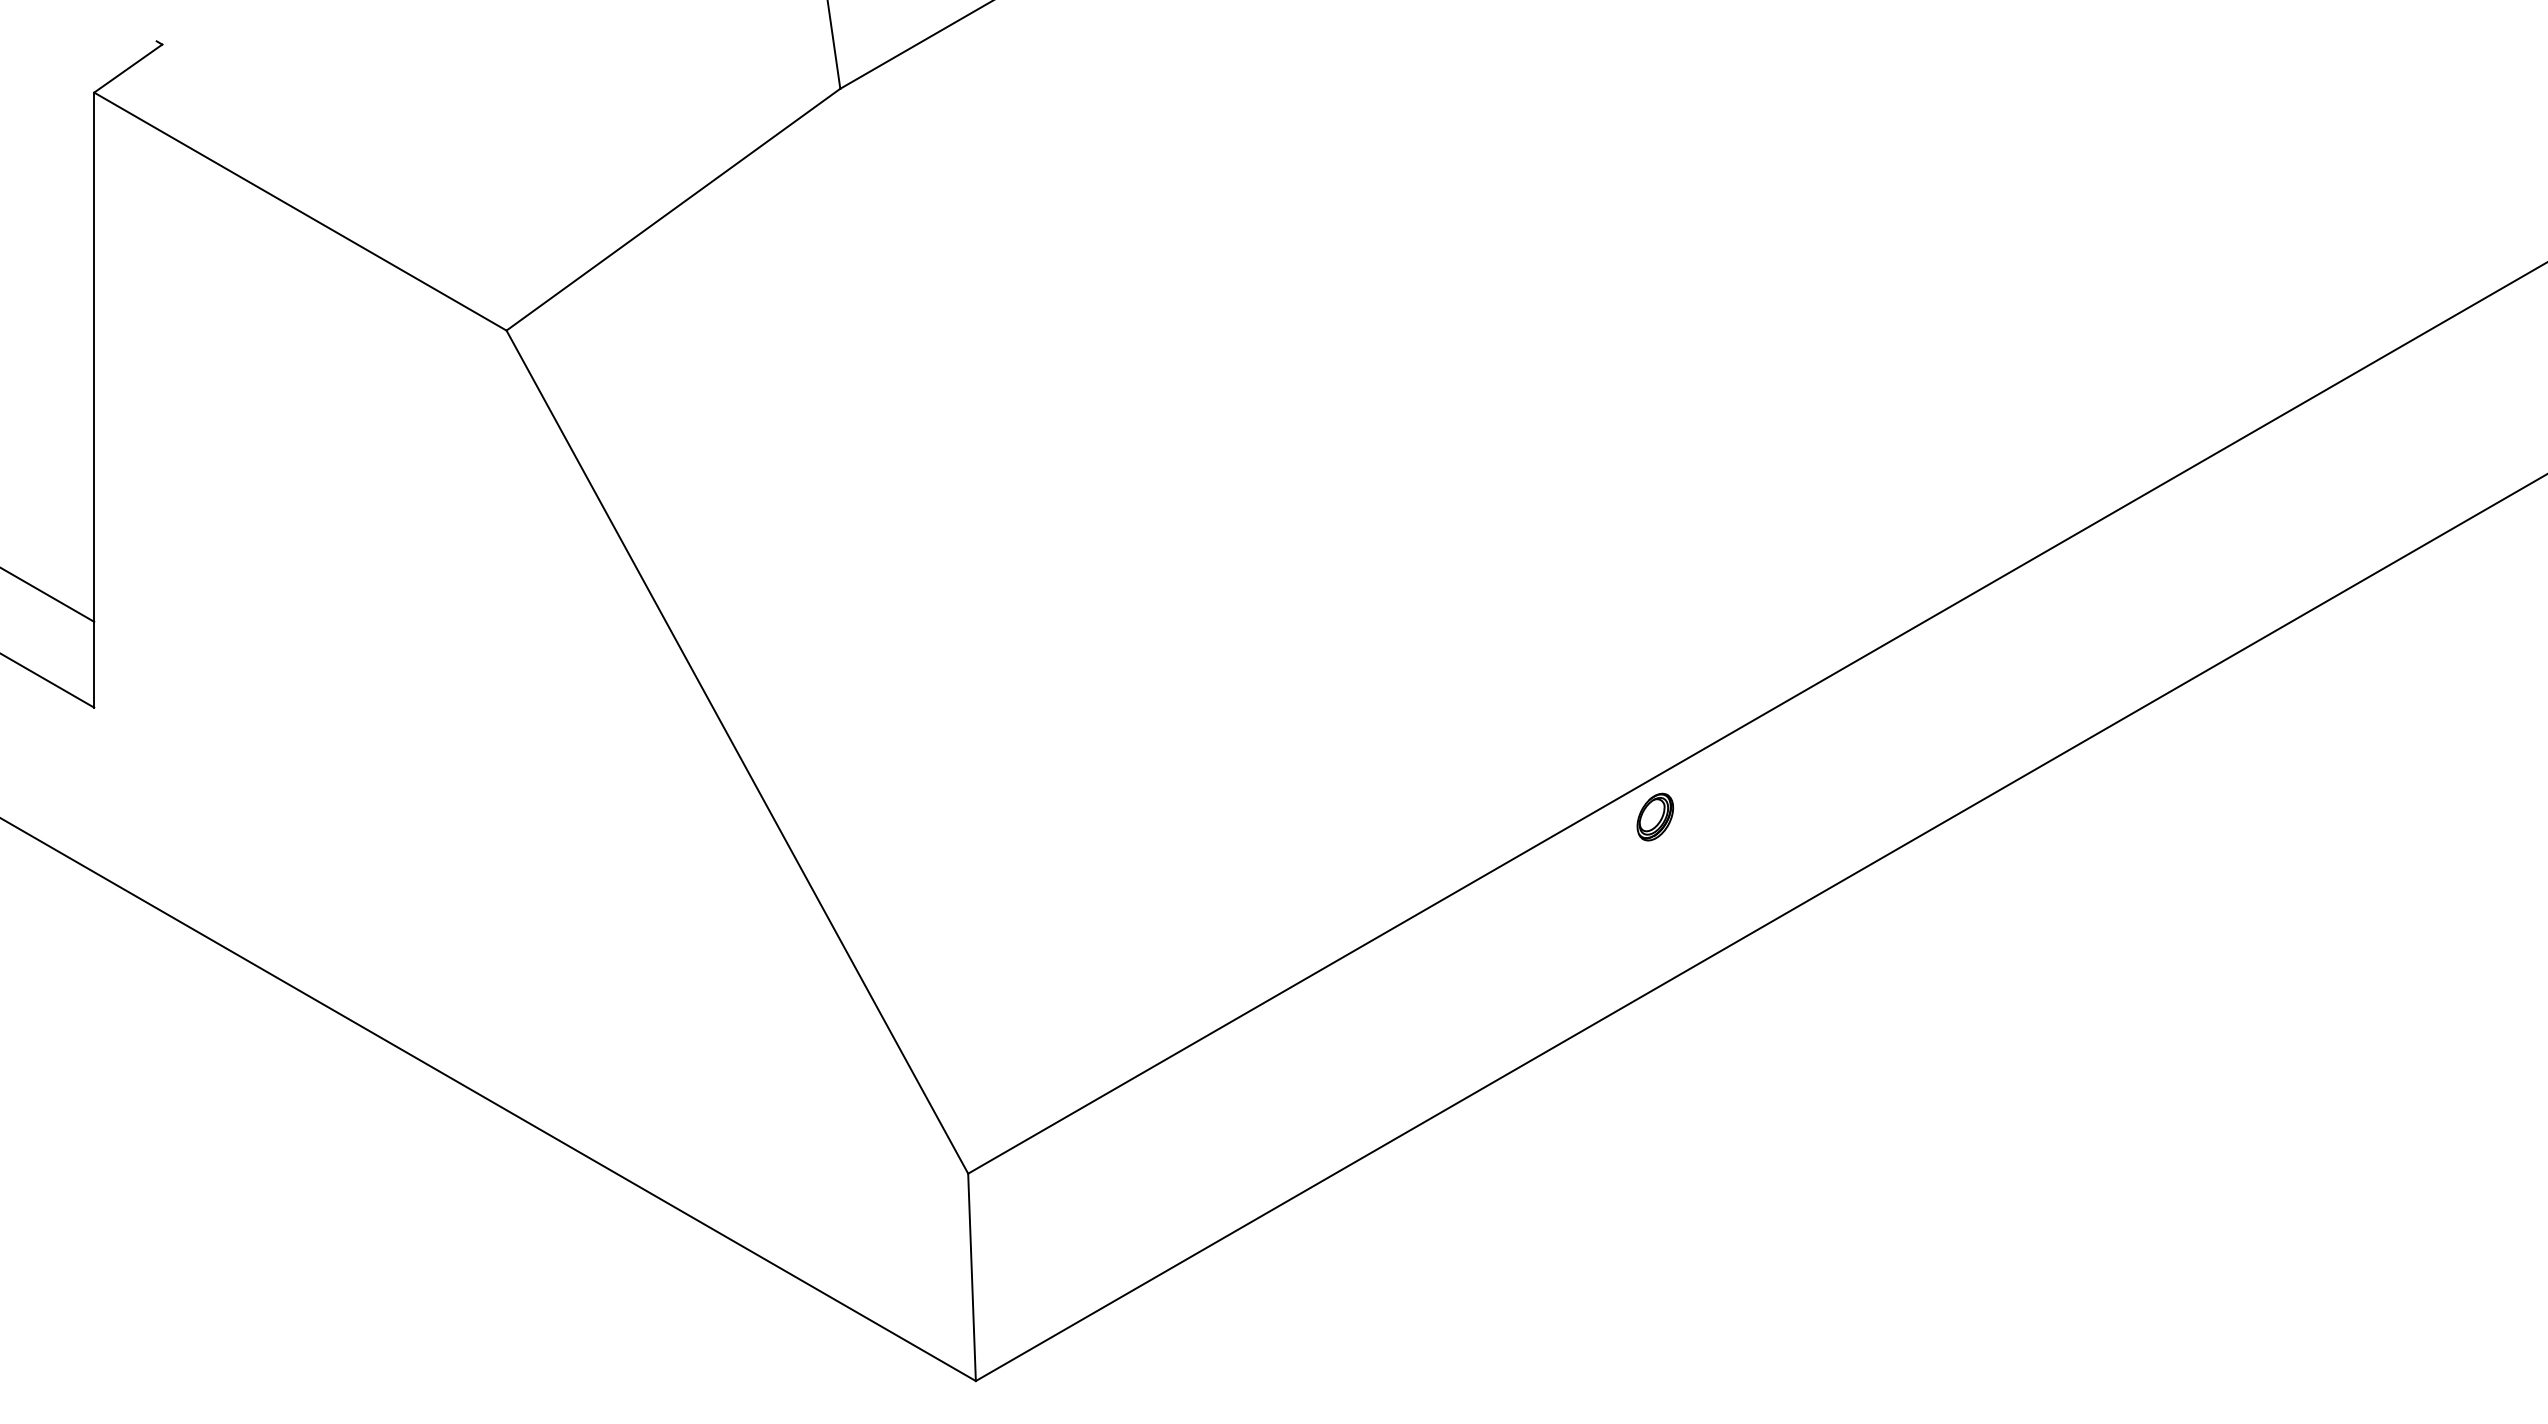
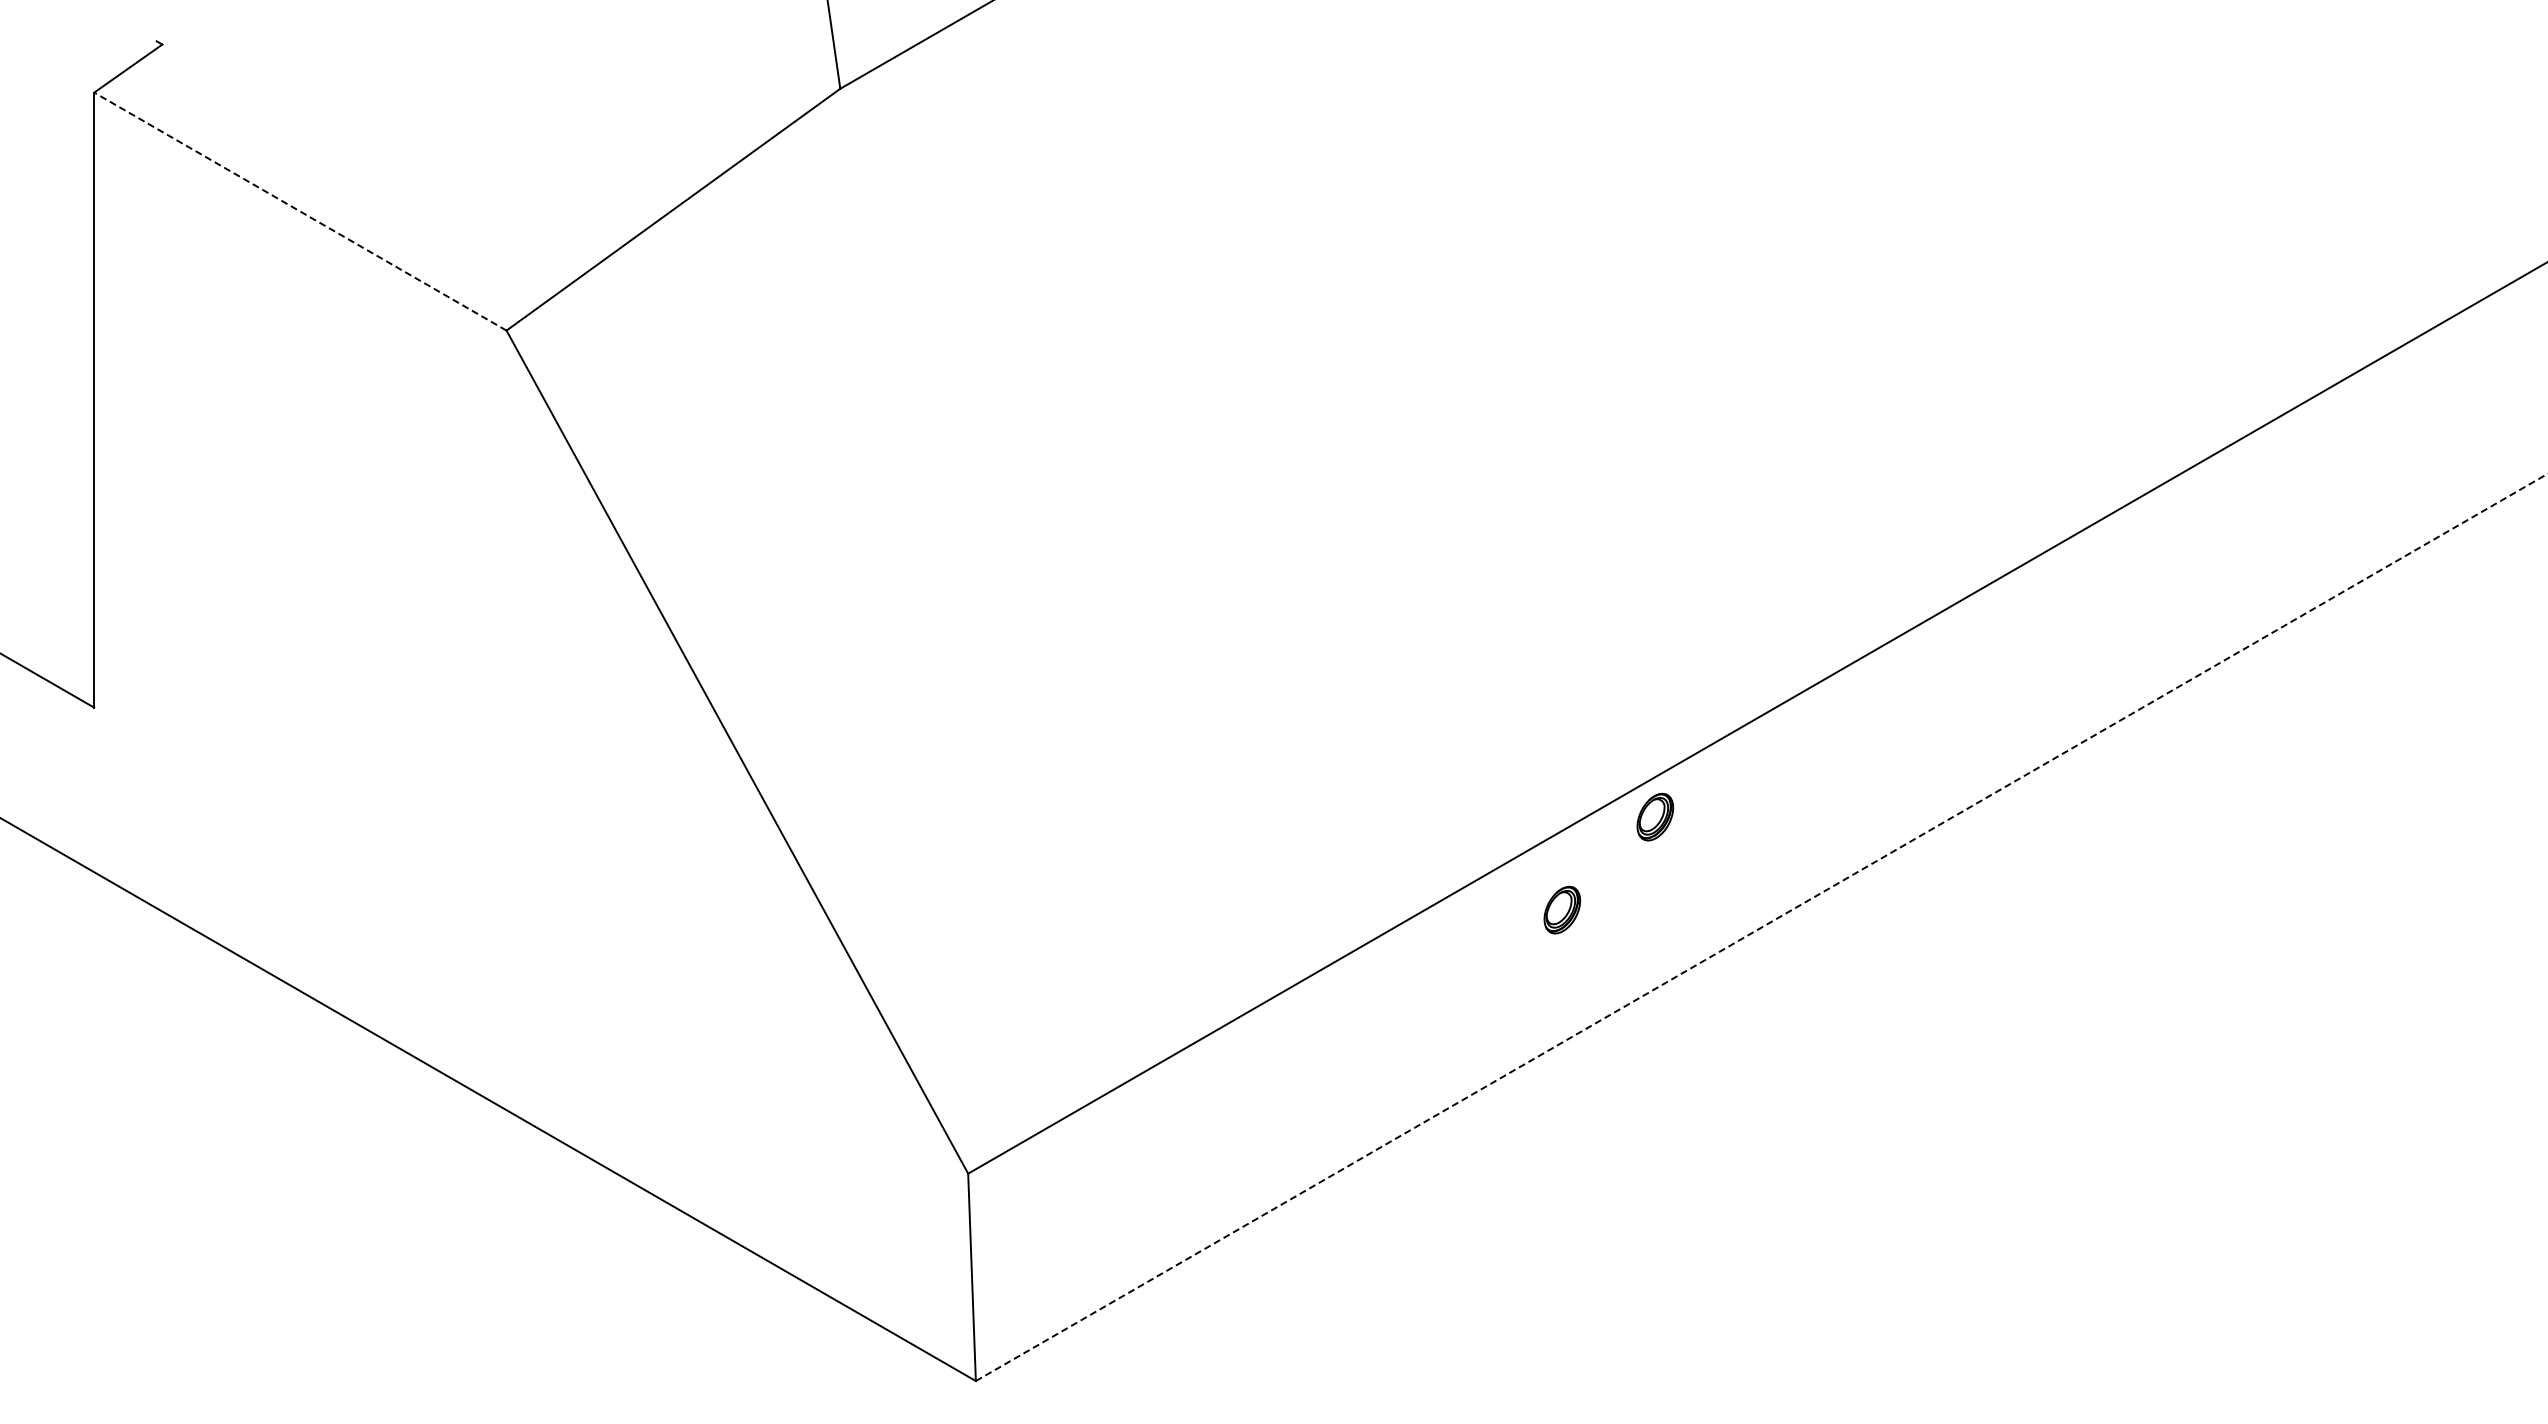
line at (299, 211): solid -> dashed
line at (48, 594): present -> none
part at (1562, 909): none -> present
line at (1762, 927): solid -> dashed
